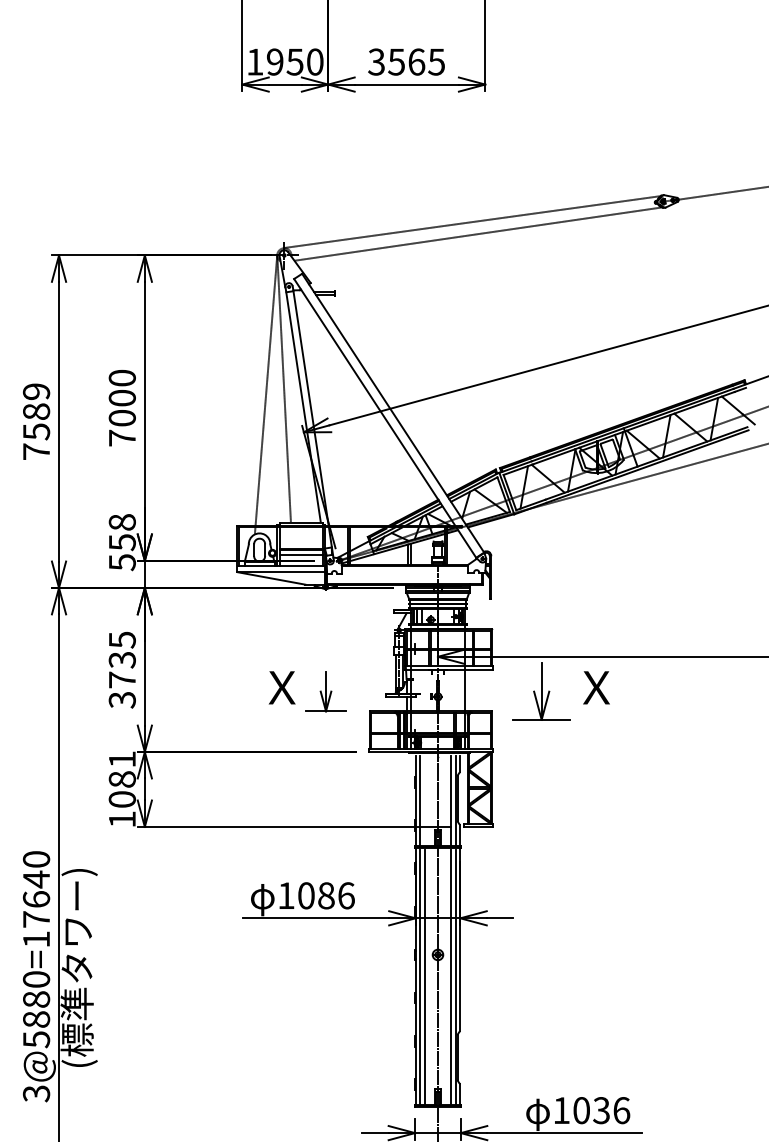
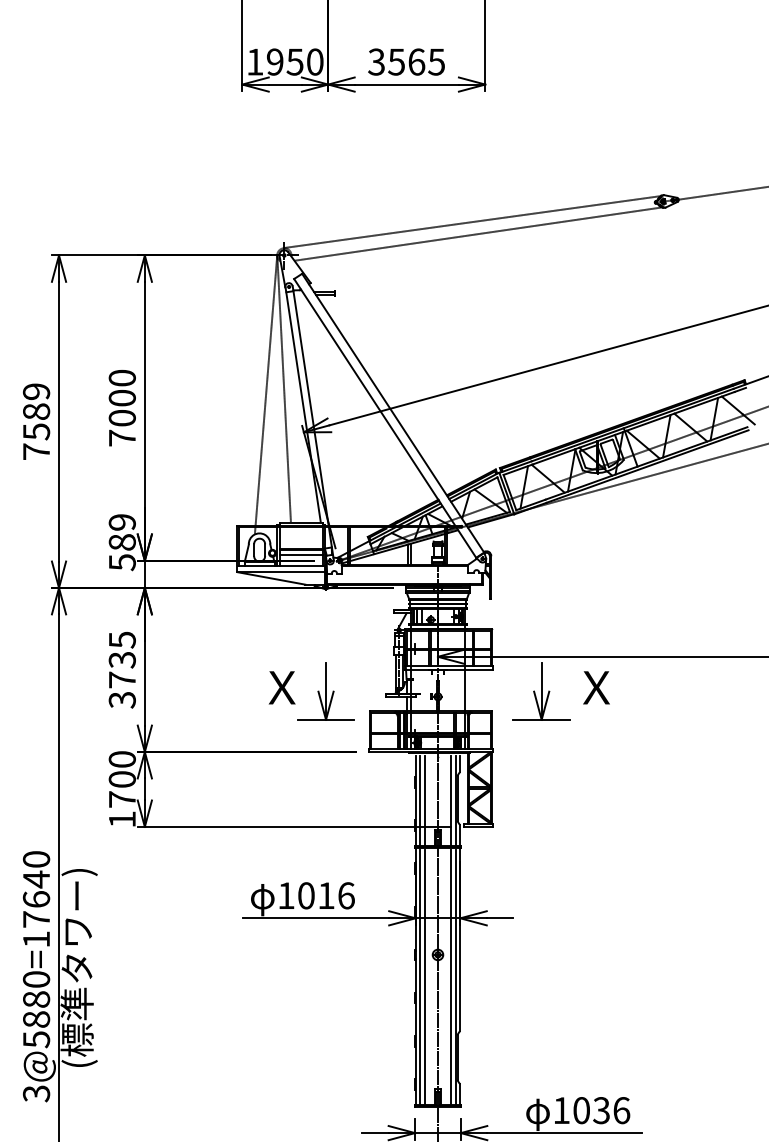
text at (121, 532): 558 -> 589
part at (325, 691) size: 42x42 px -> 58x59 px
text at (121, 779): 1081 -> 1700
line at (424, 800): none -> present
text at (326, 895): 1086 -> 1016
